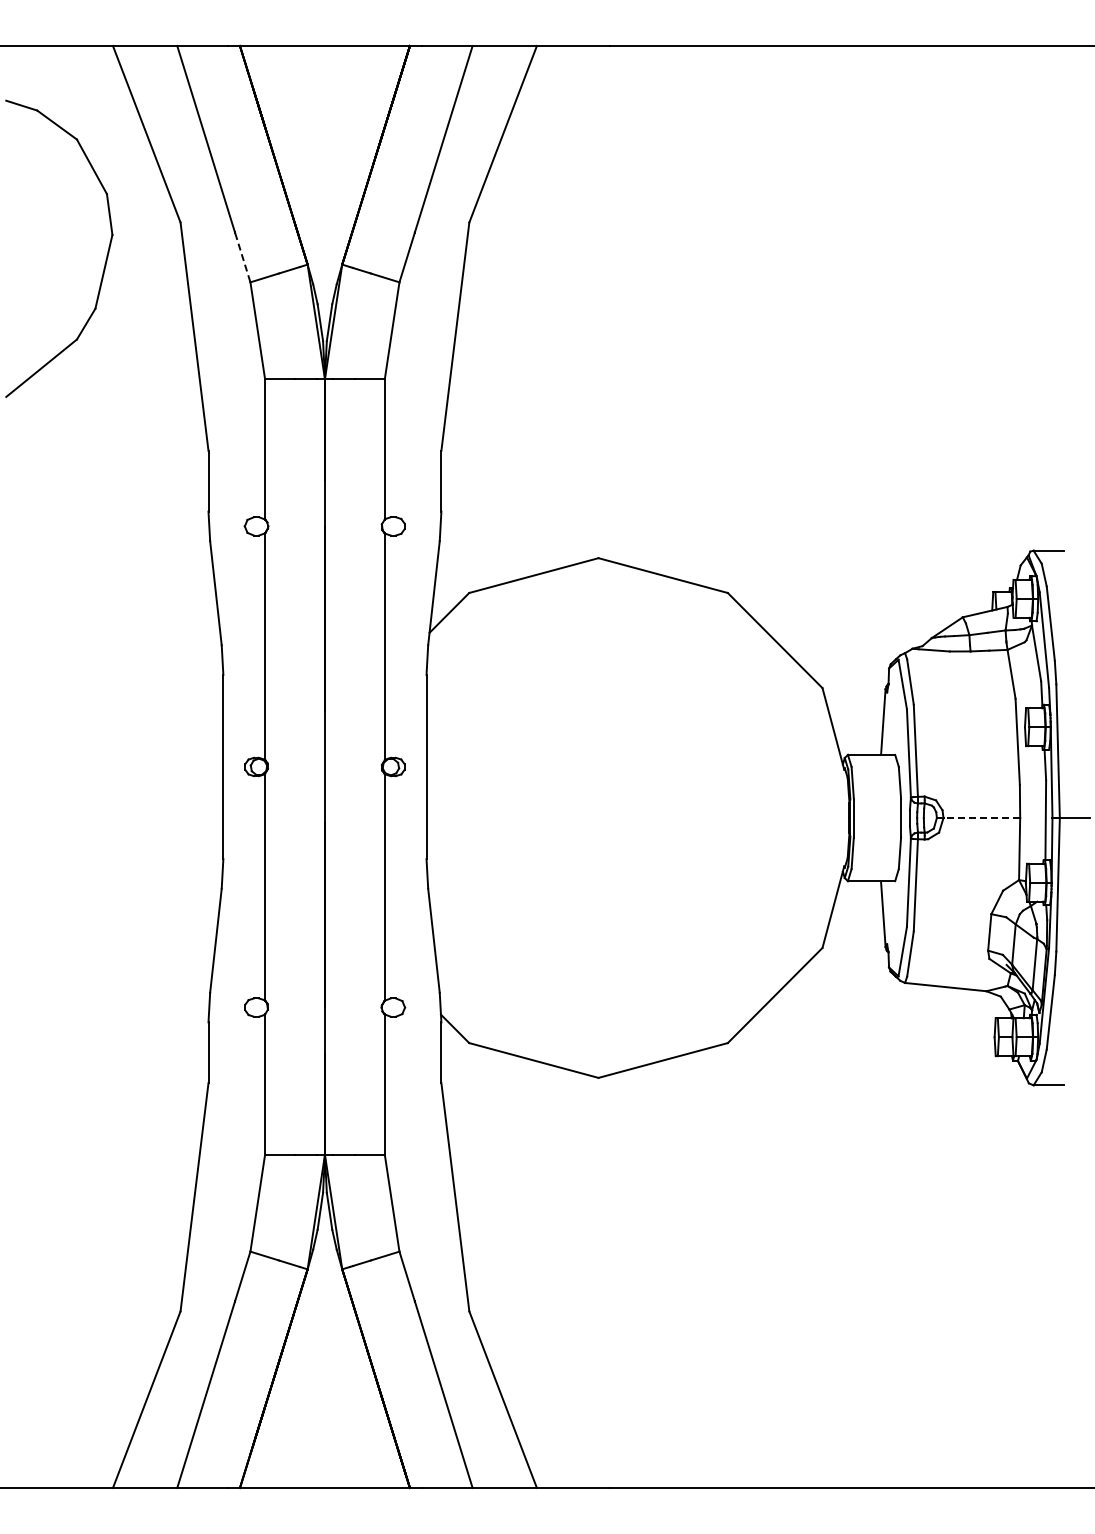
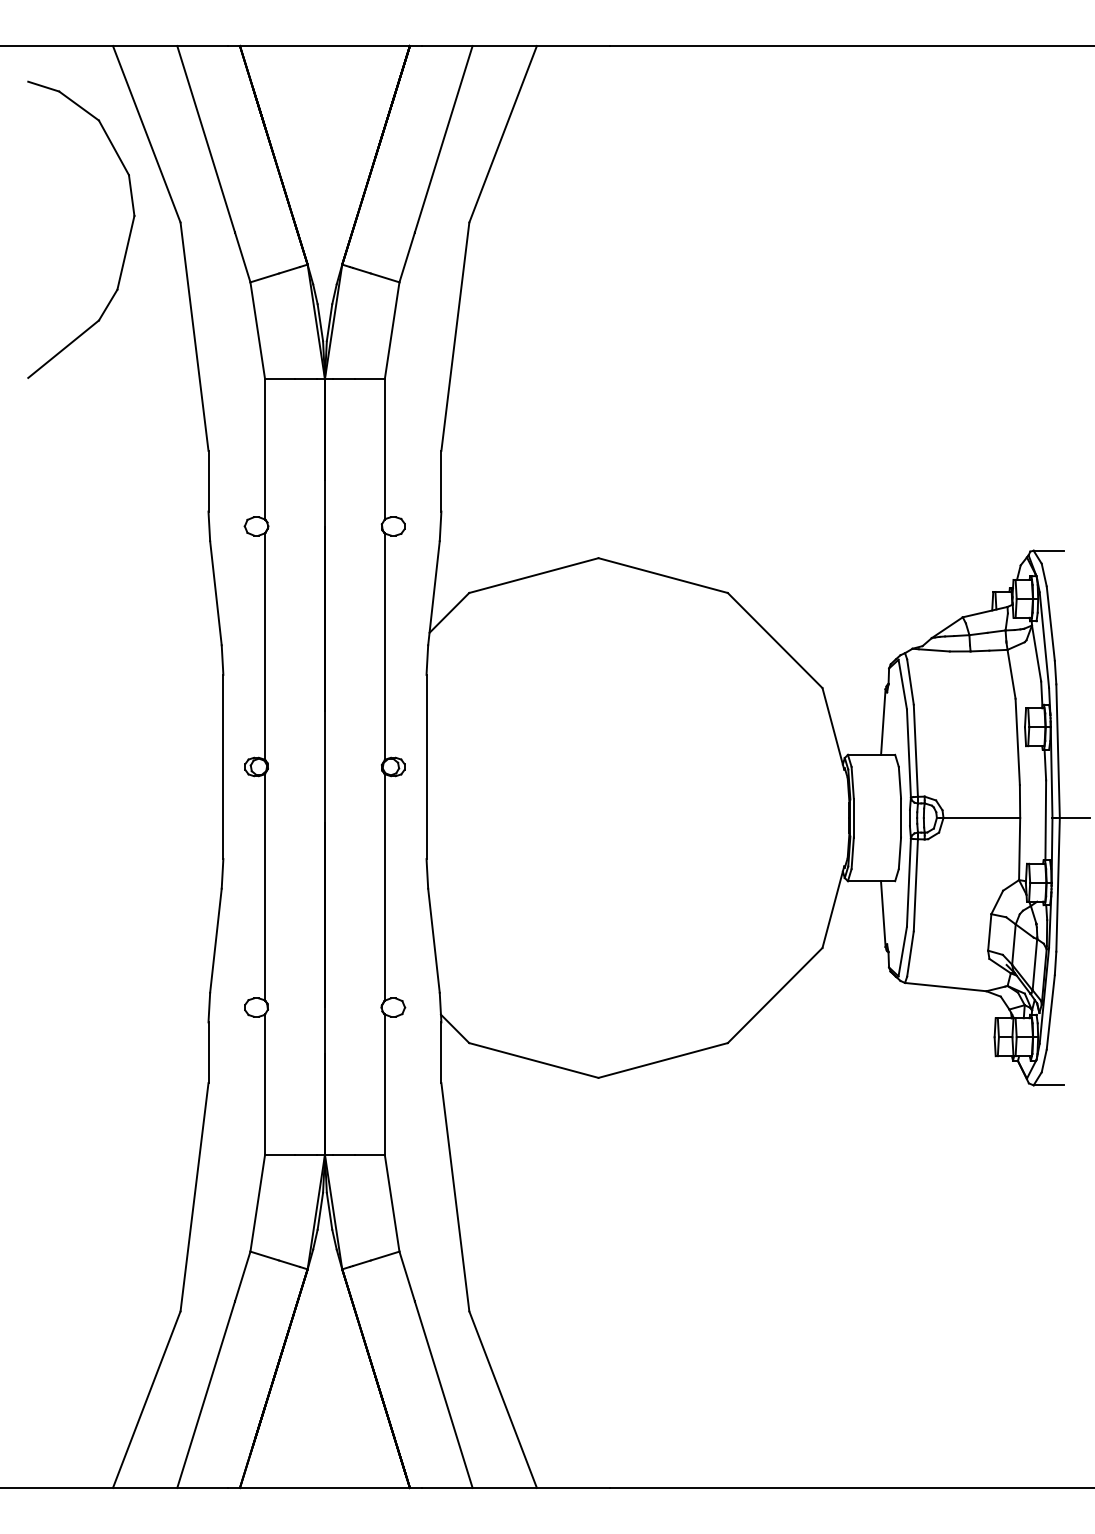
line at (242, 257): dashed -> solid
part at (105, 259) position: (105, 259) -> (127, 240)
line at (981, 818): dashed -> solid
